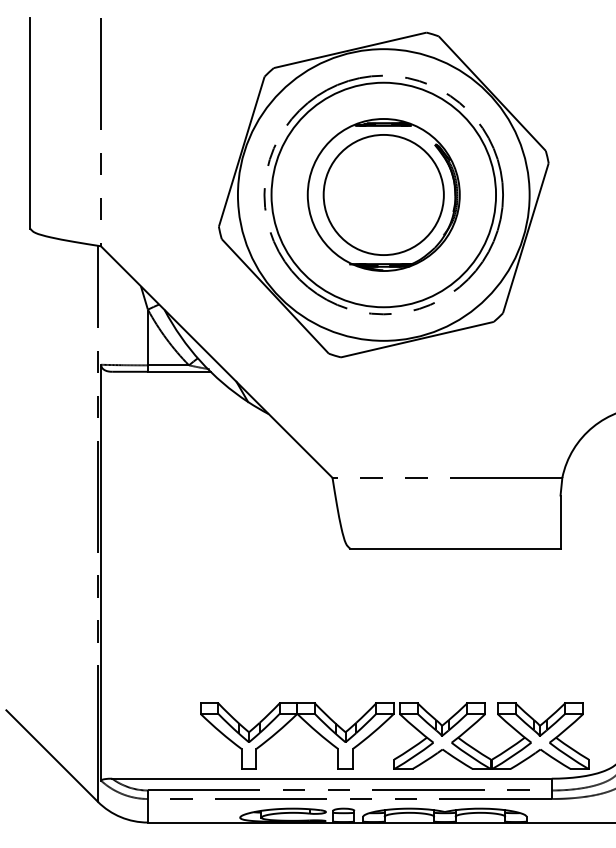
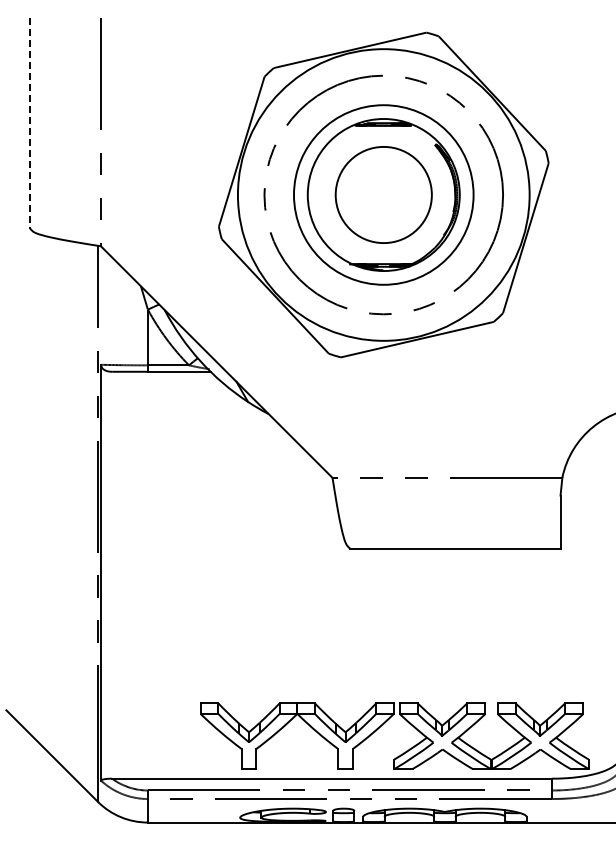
line at (30, 123): solid -> dashed
circle at (383, 194) diameter: 120 px -> 96 px
circle at (383, 194) diameter: 225 px -> 180 px
